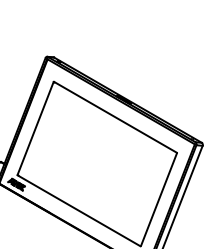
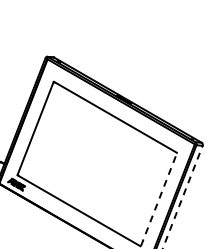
line at (182, 196): solid -> dashed
line at (158, 199): solid -> dashed
